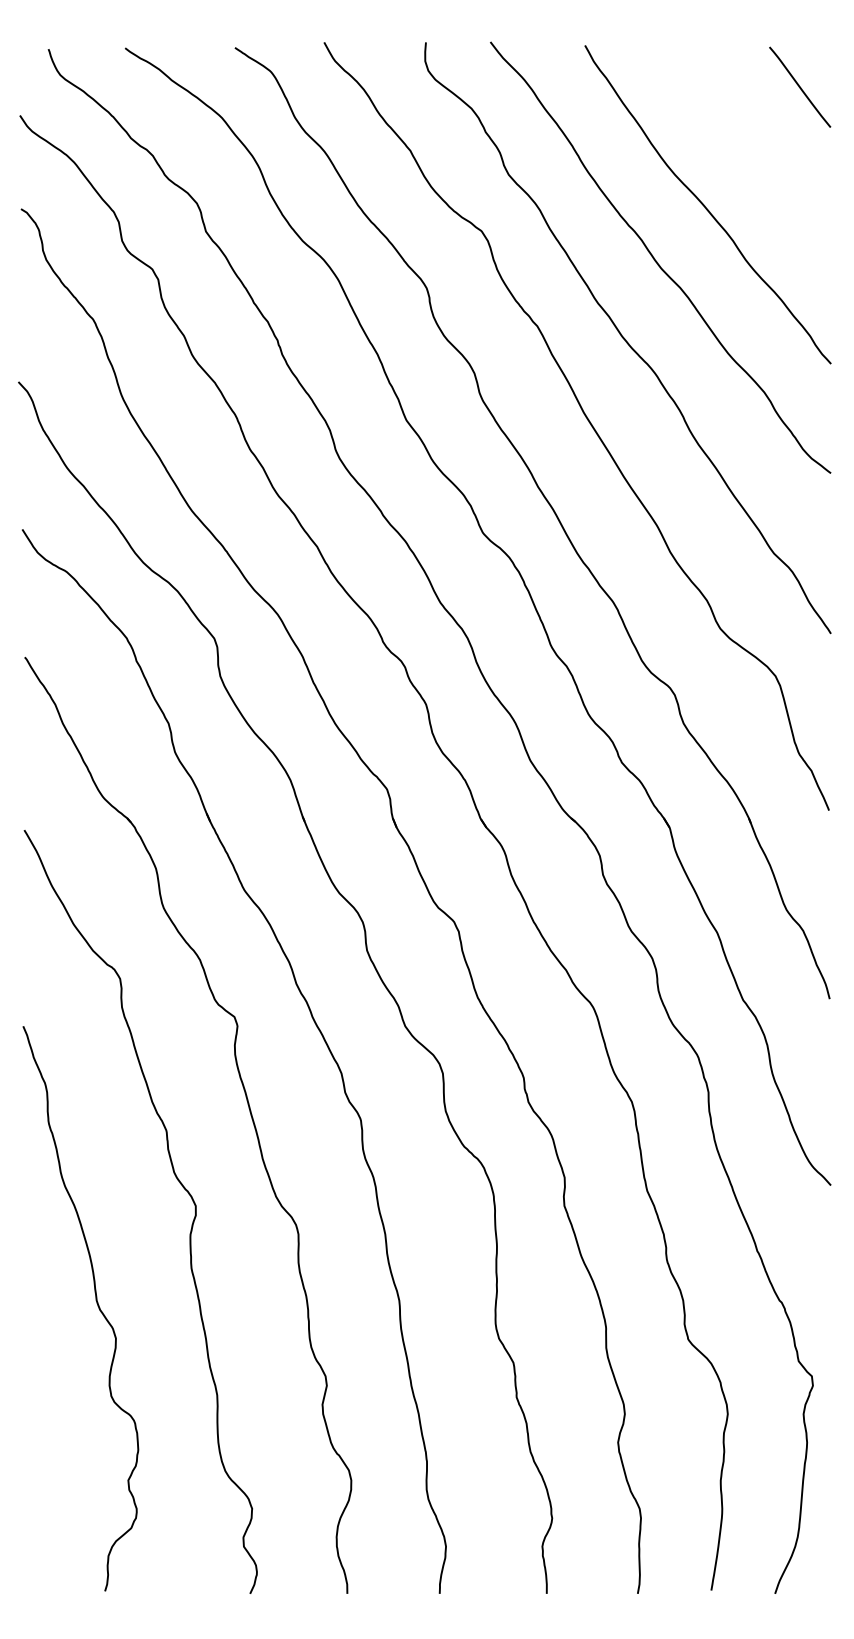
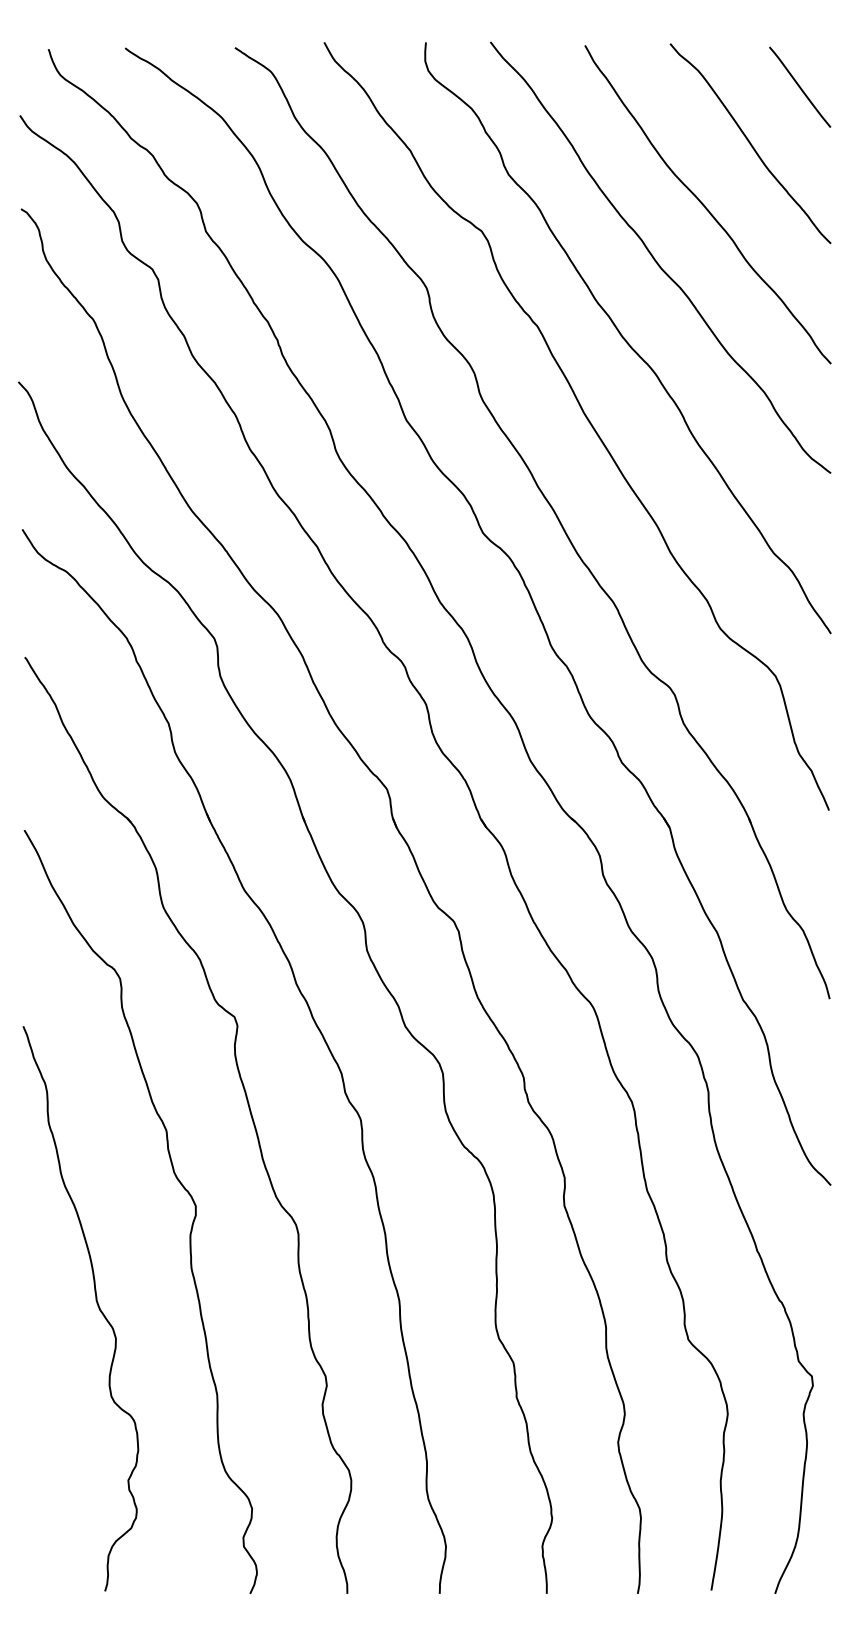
curve at (750, 143): none -> present
